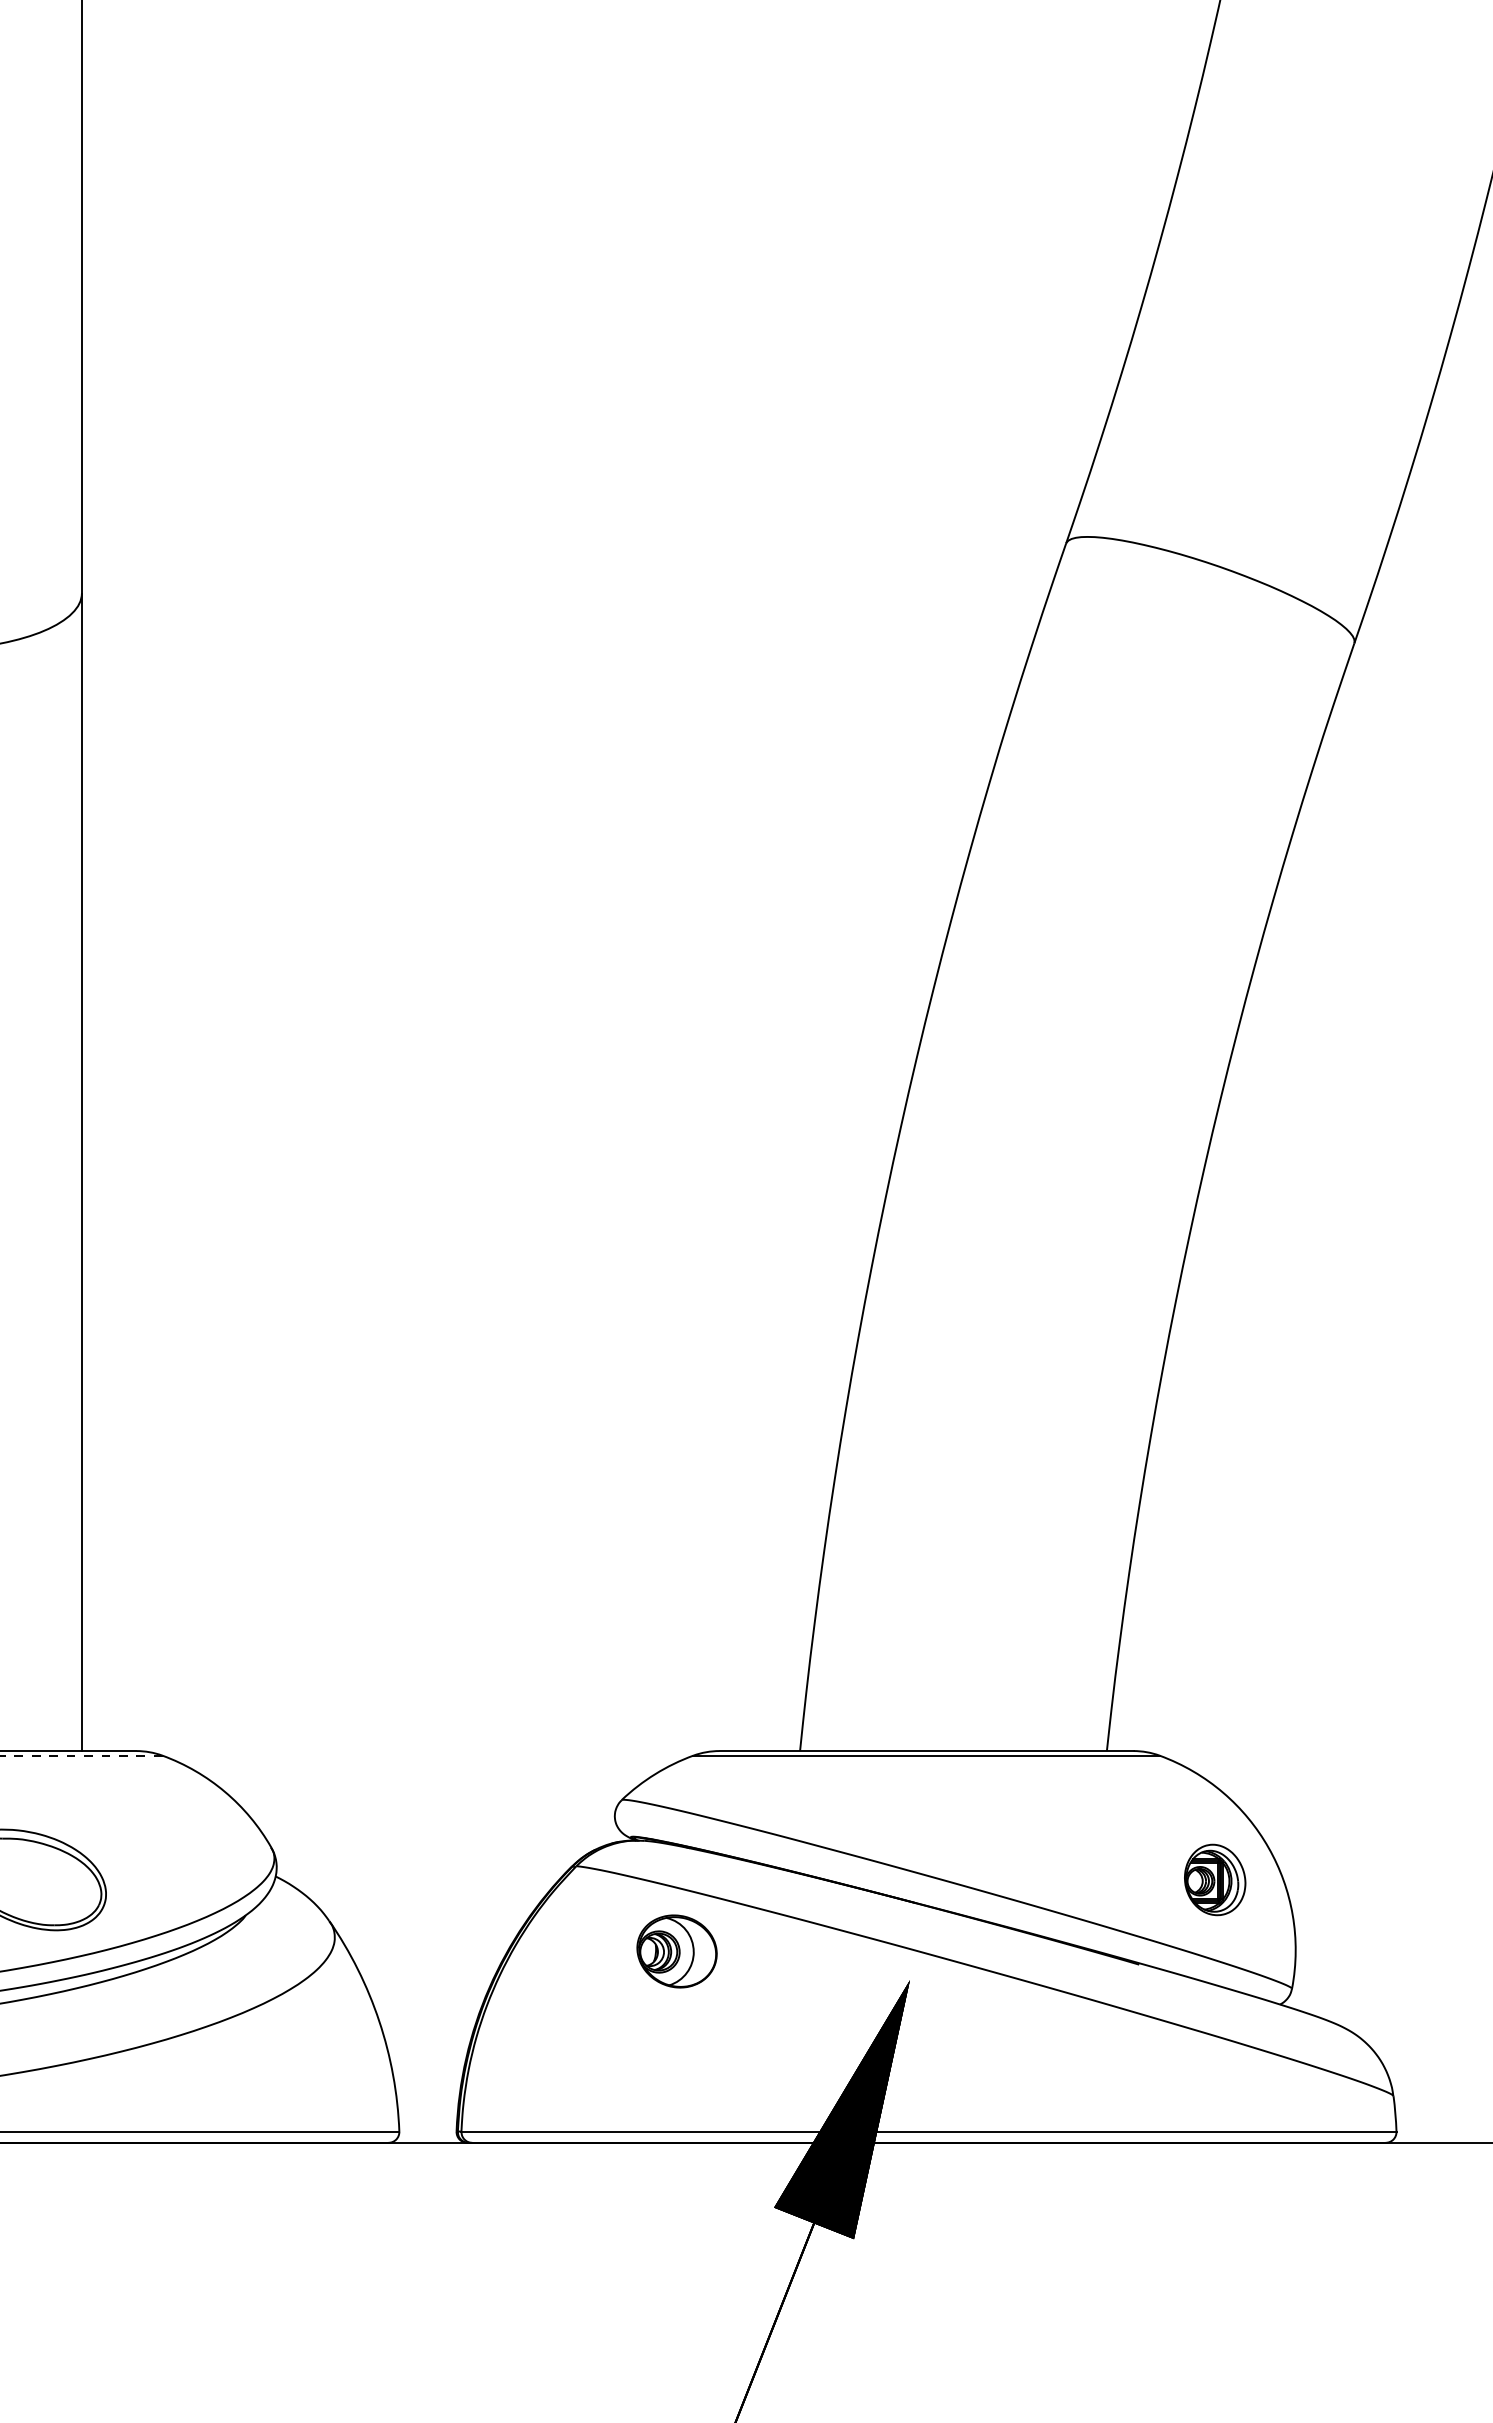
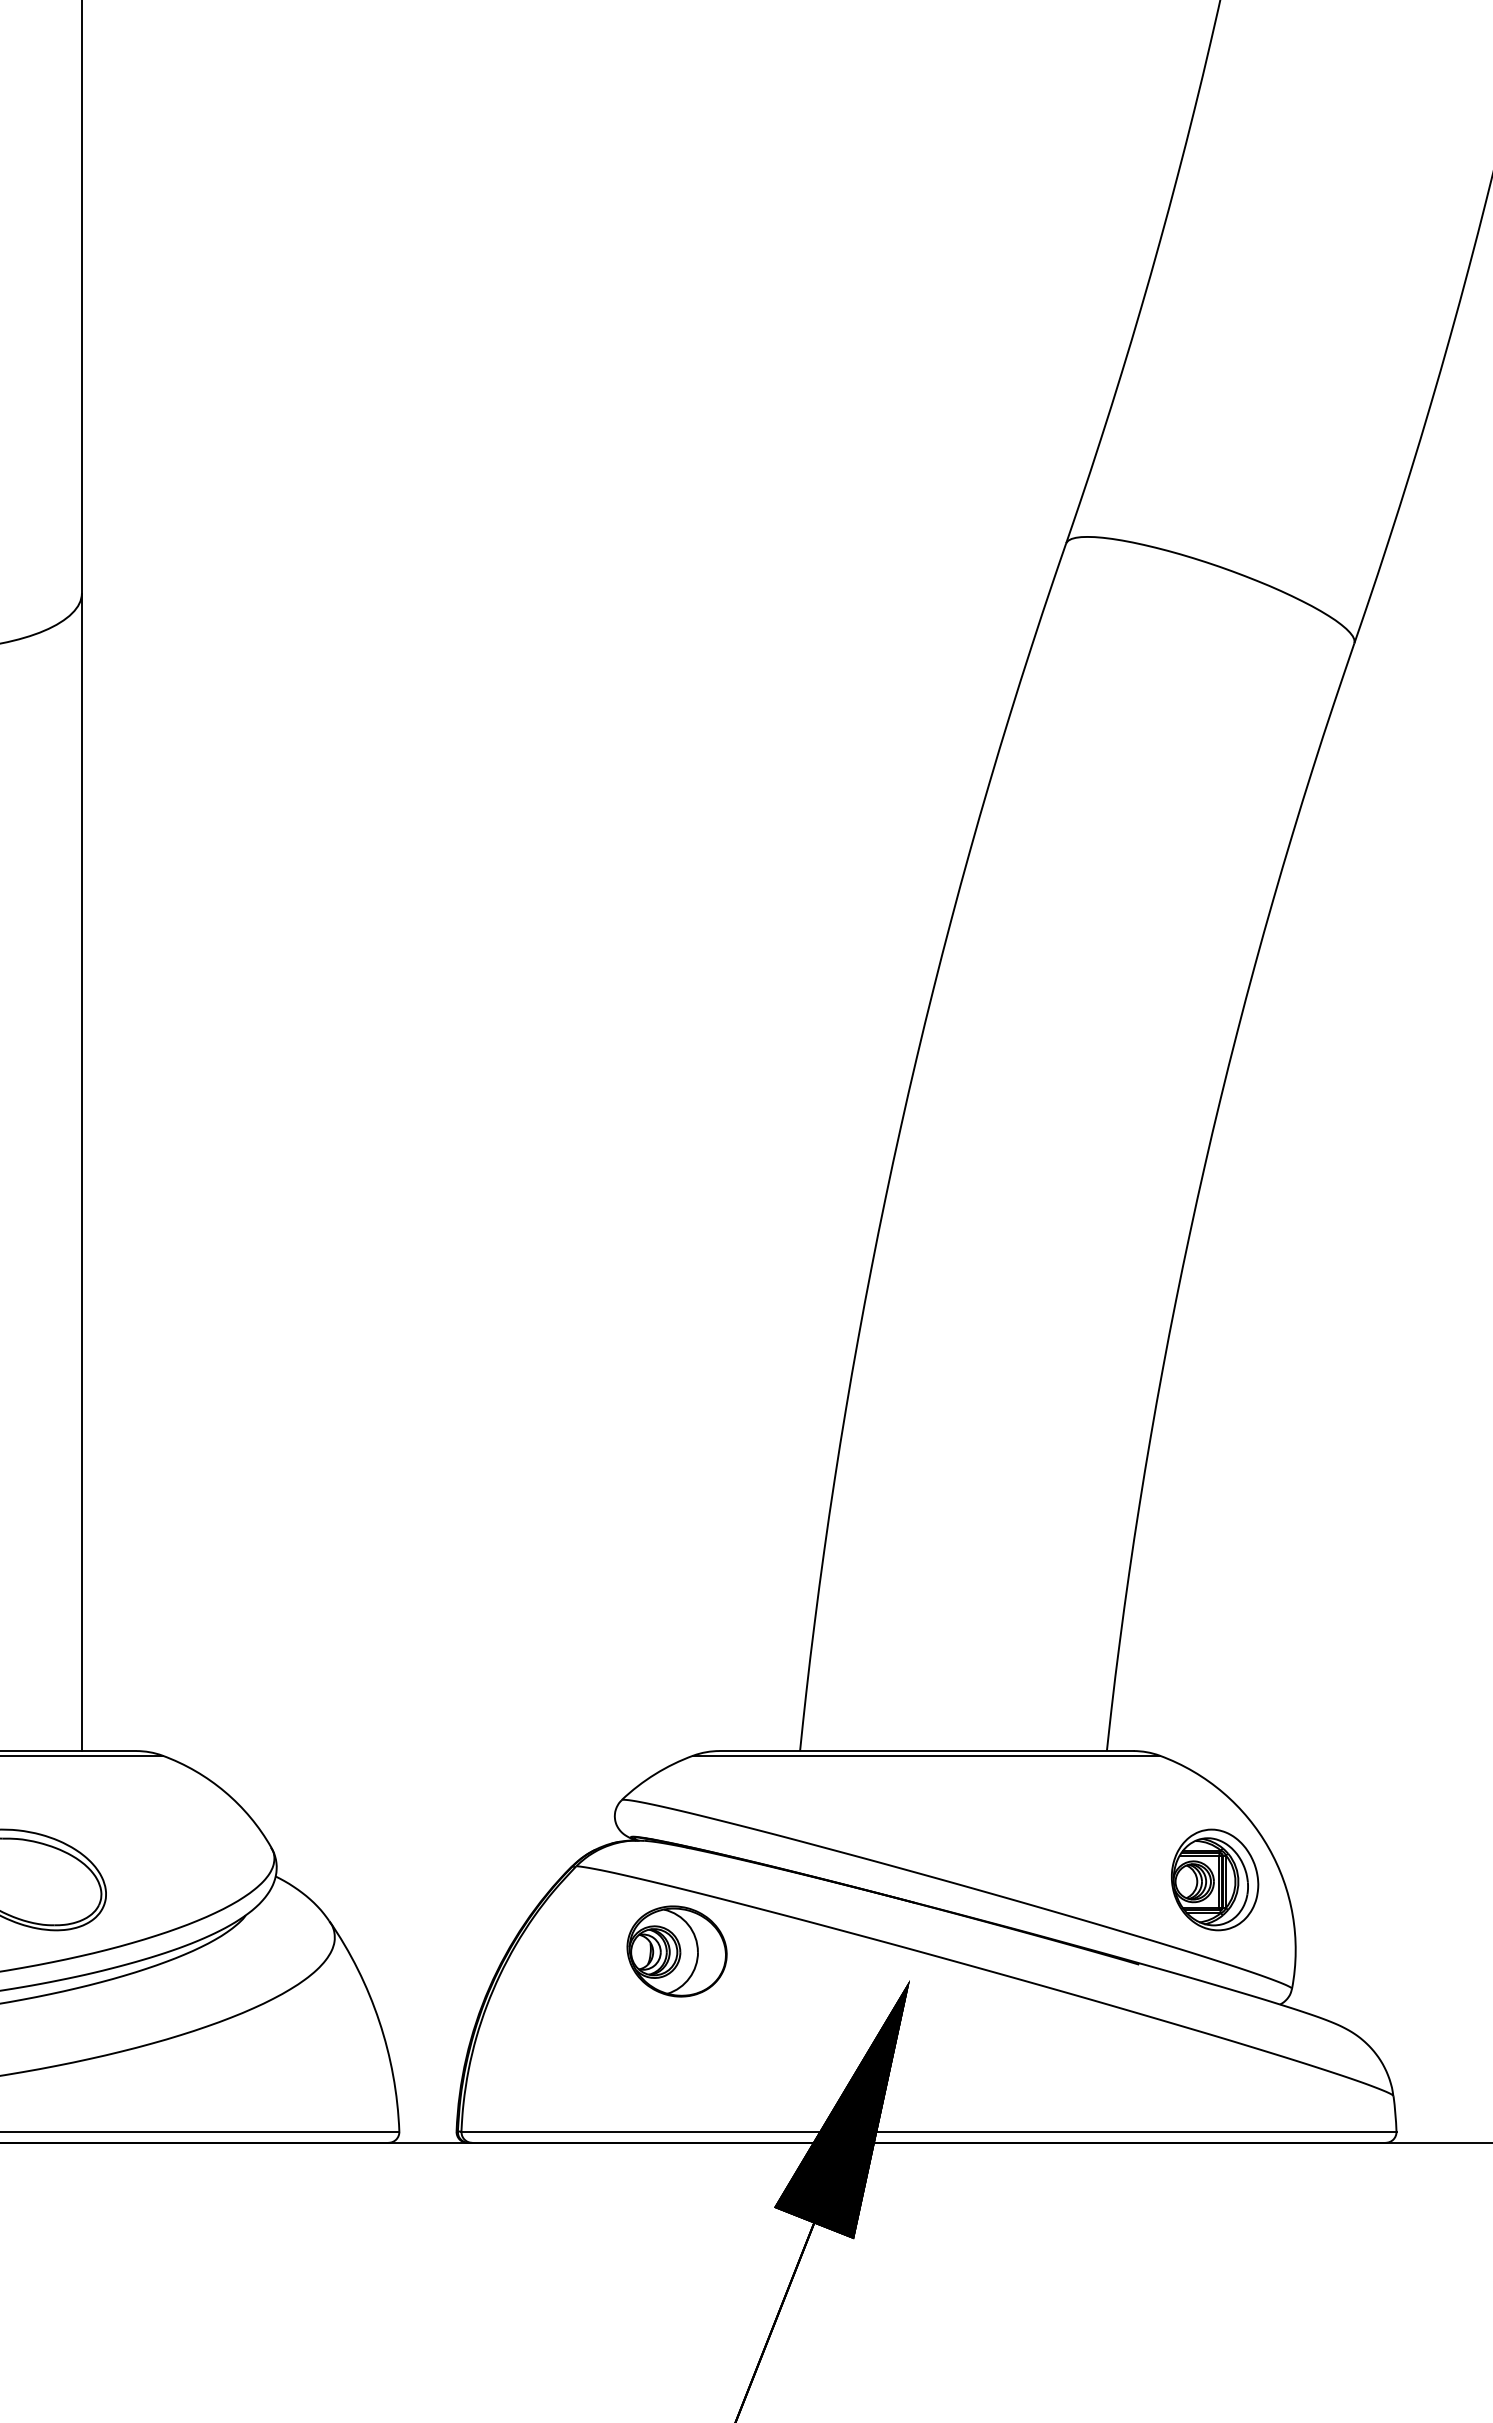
line at (80, 1755): dashed -> solid
part at (1215, 1879) size: 63x74 px -> 89x104 px
part at (676, 1951) size: 82x75 px -> 102x93 px
